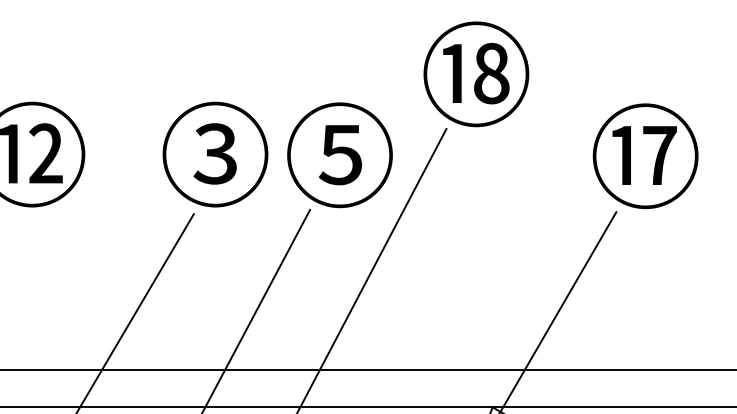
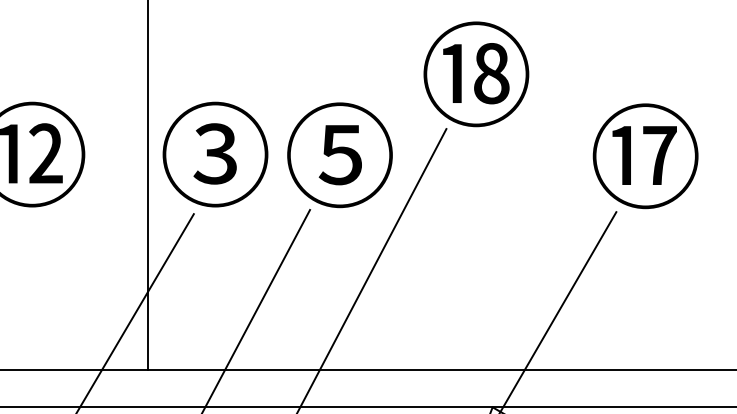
line at (147, 185): none -> present
